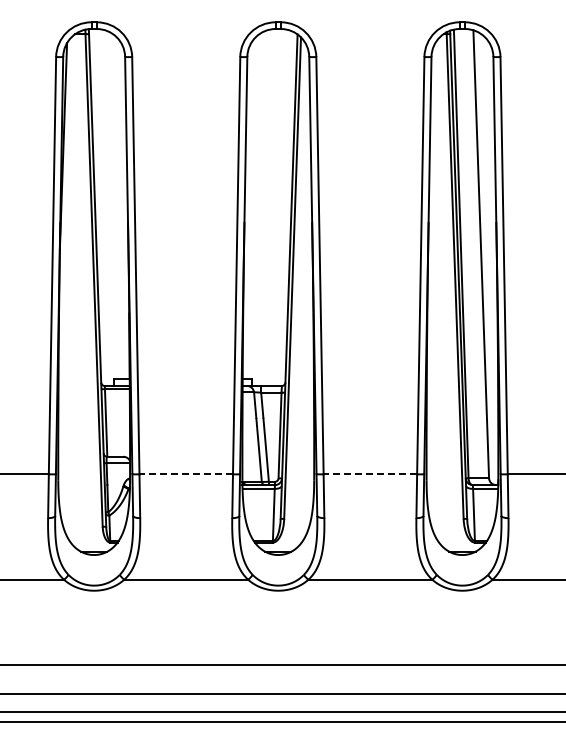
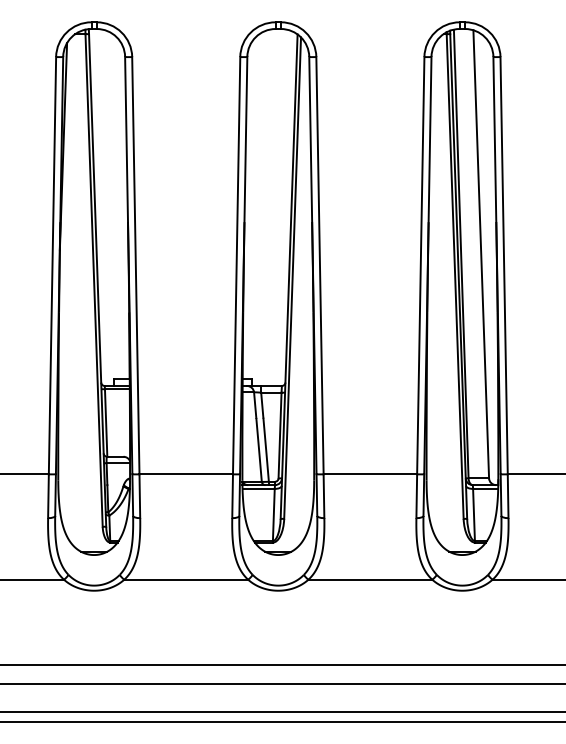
line at (186, 474): dashed -> solid
line at (370, 474): dashed -> solid
line at (282, 693) position: (282, 693) -> (282, 683)
